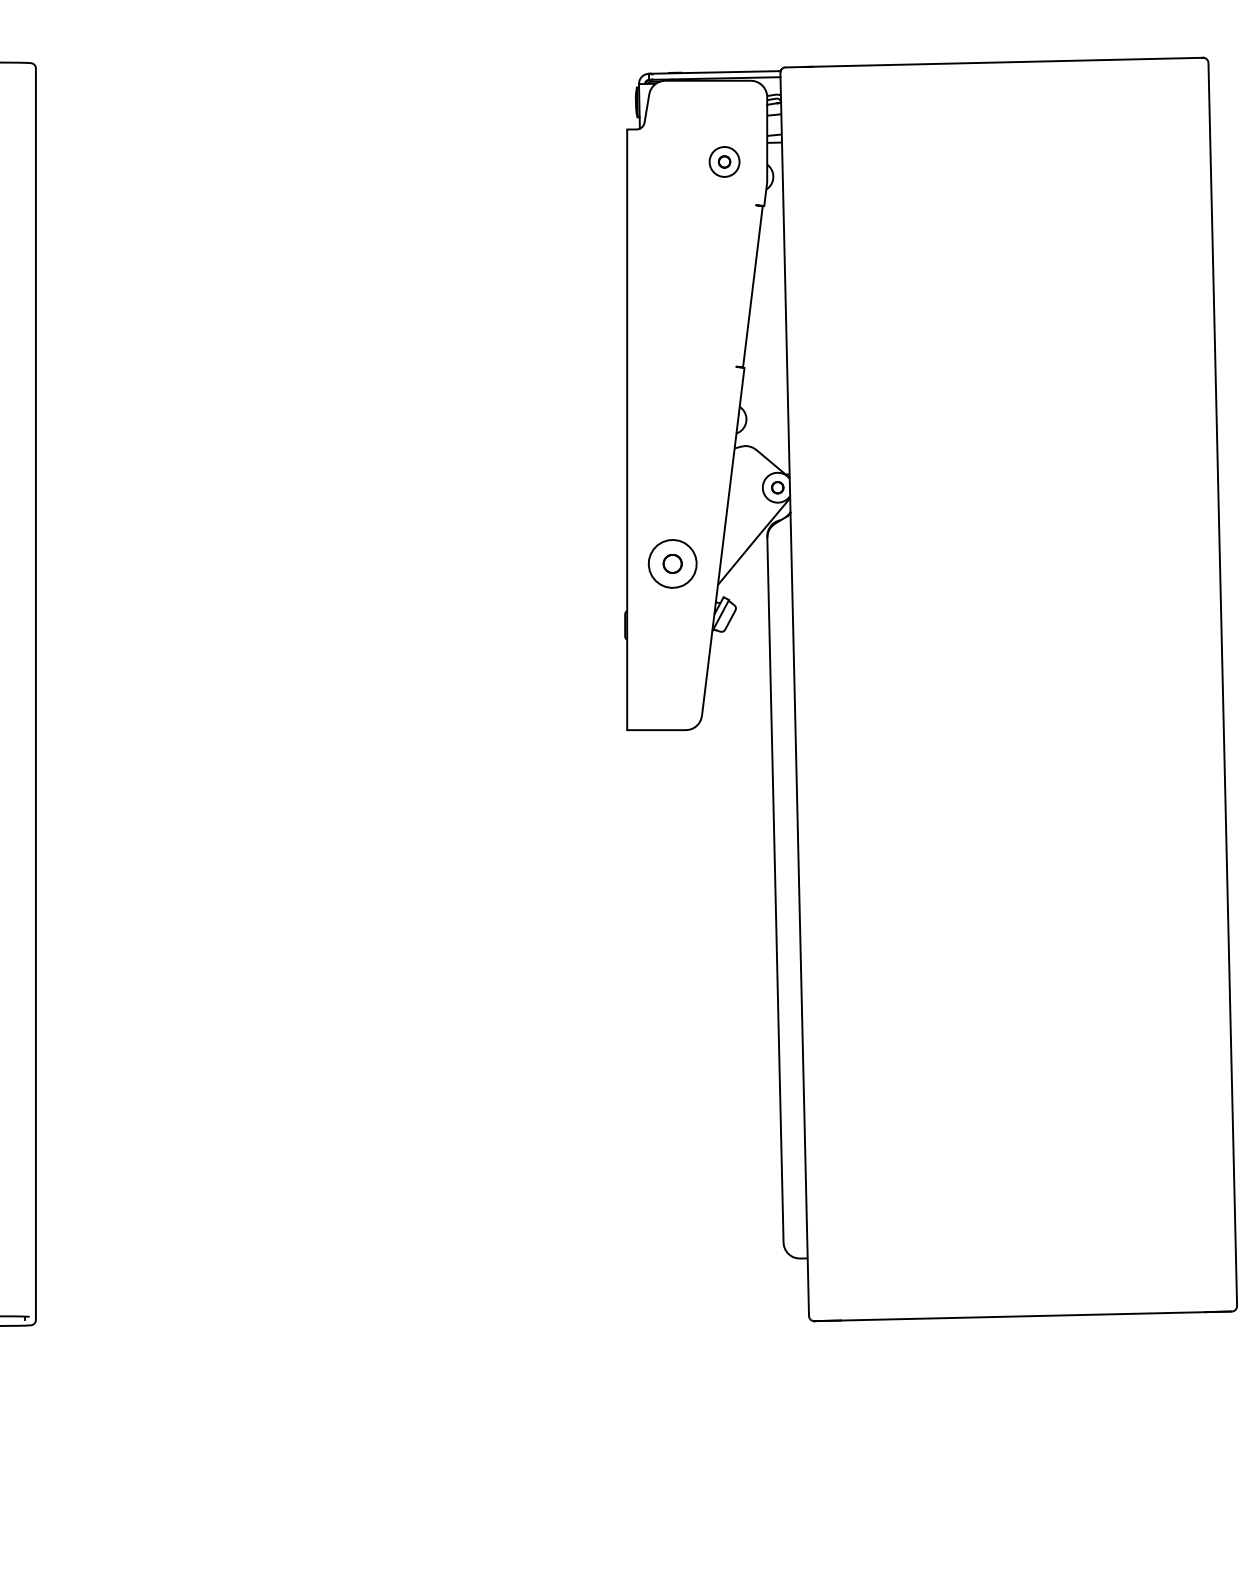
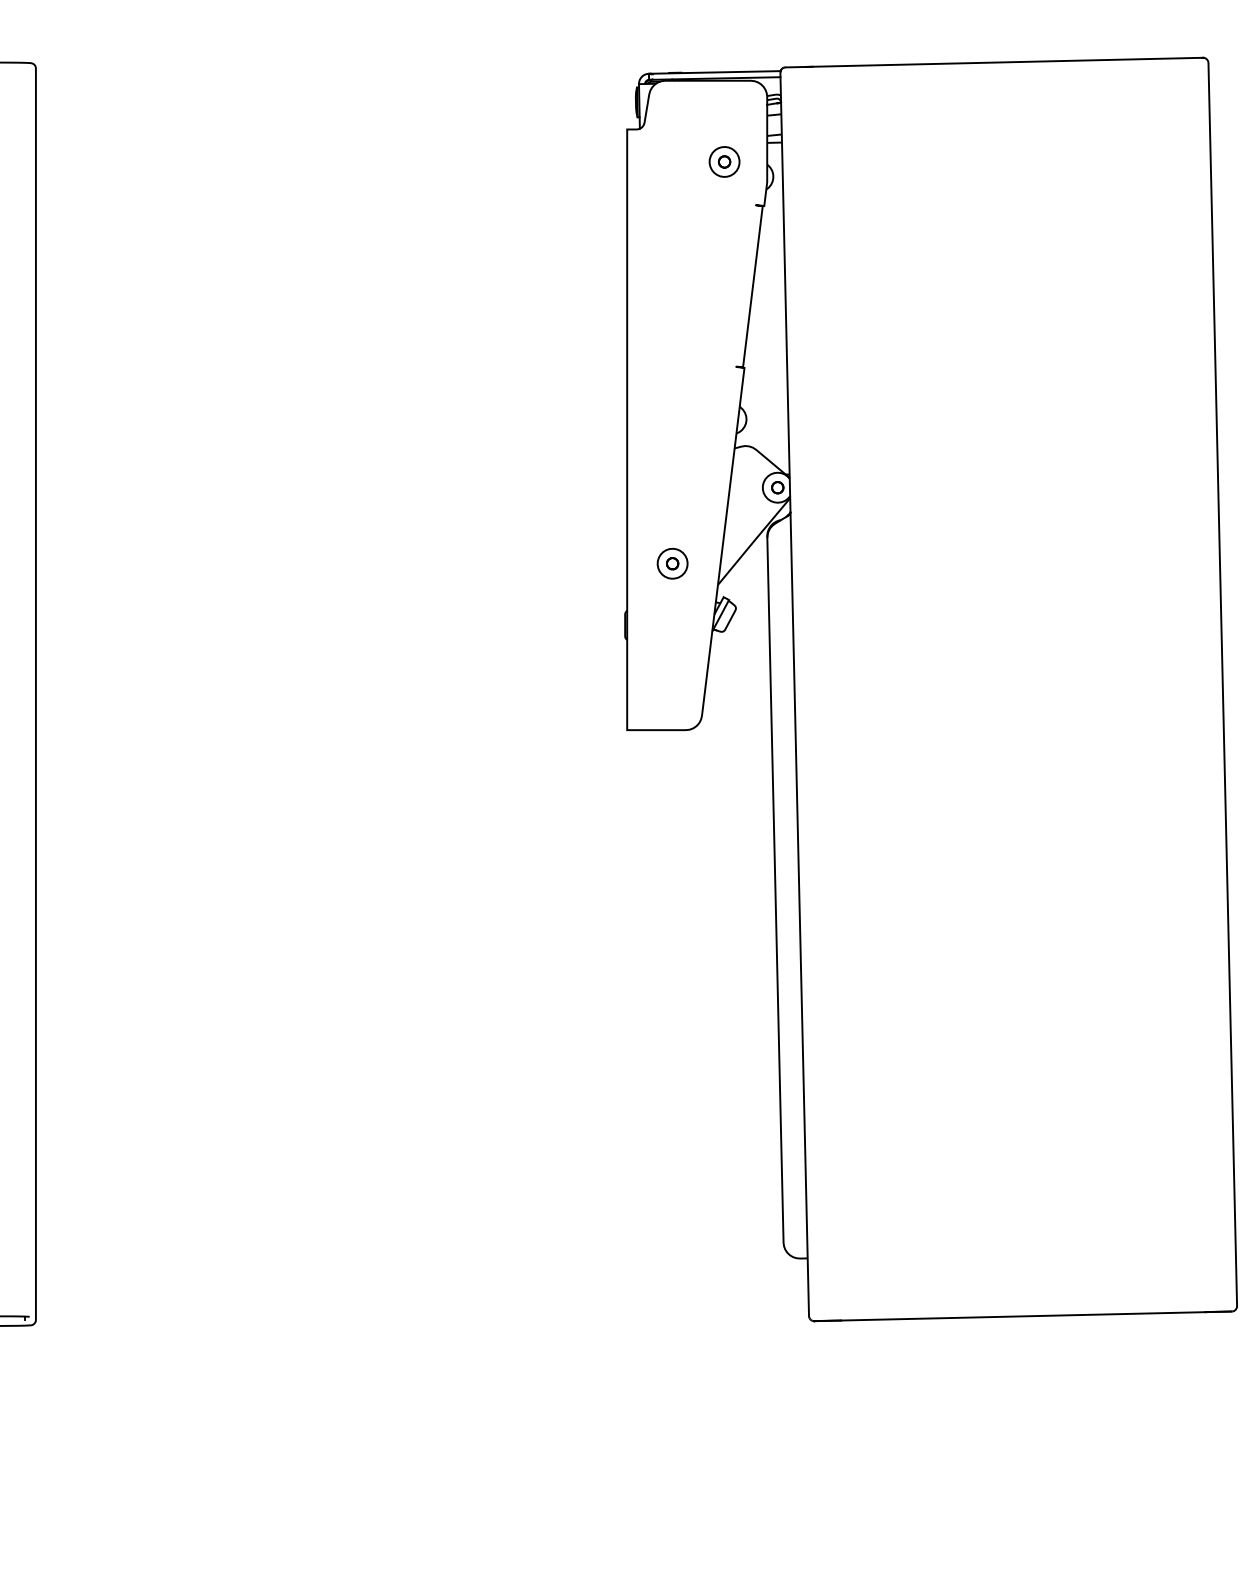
part at (672, 563) size: 51x50 px -> 33x33 px
